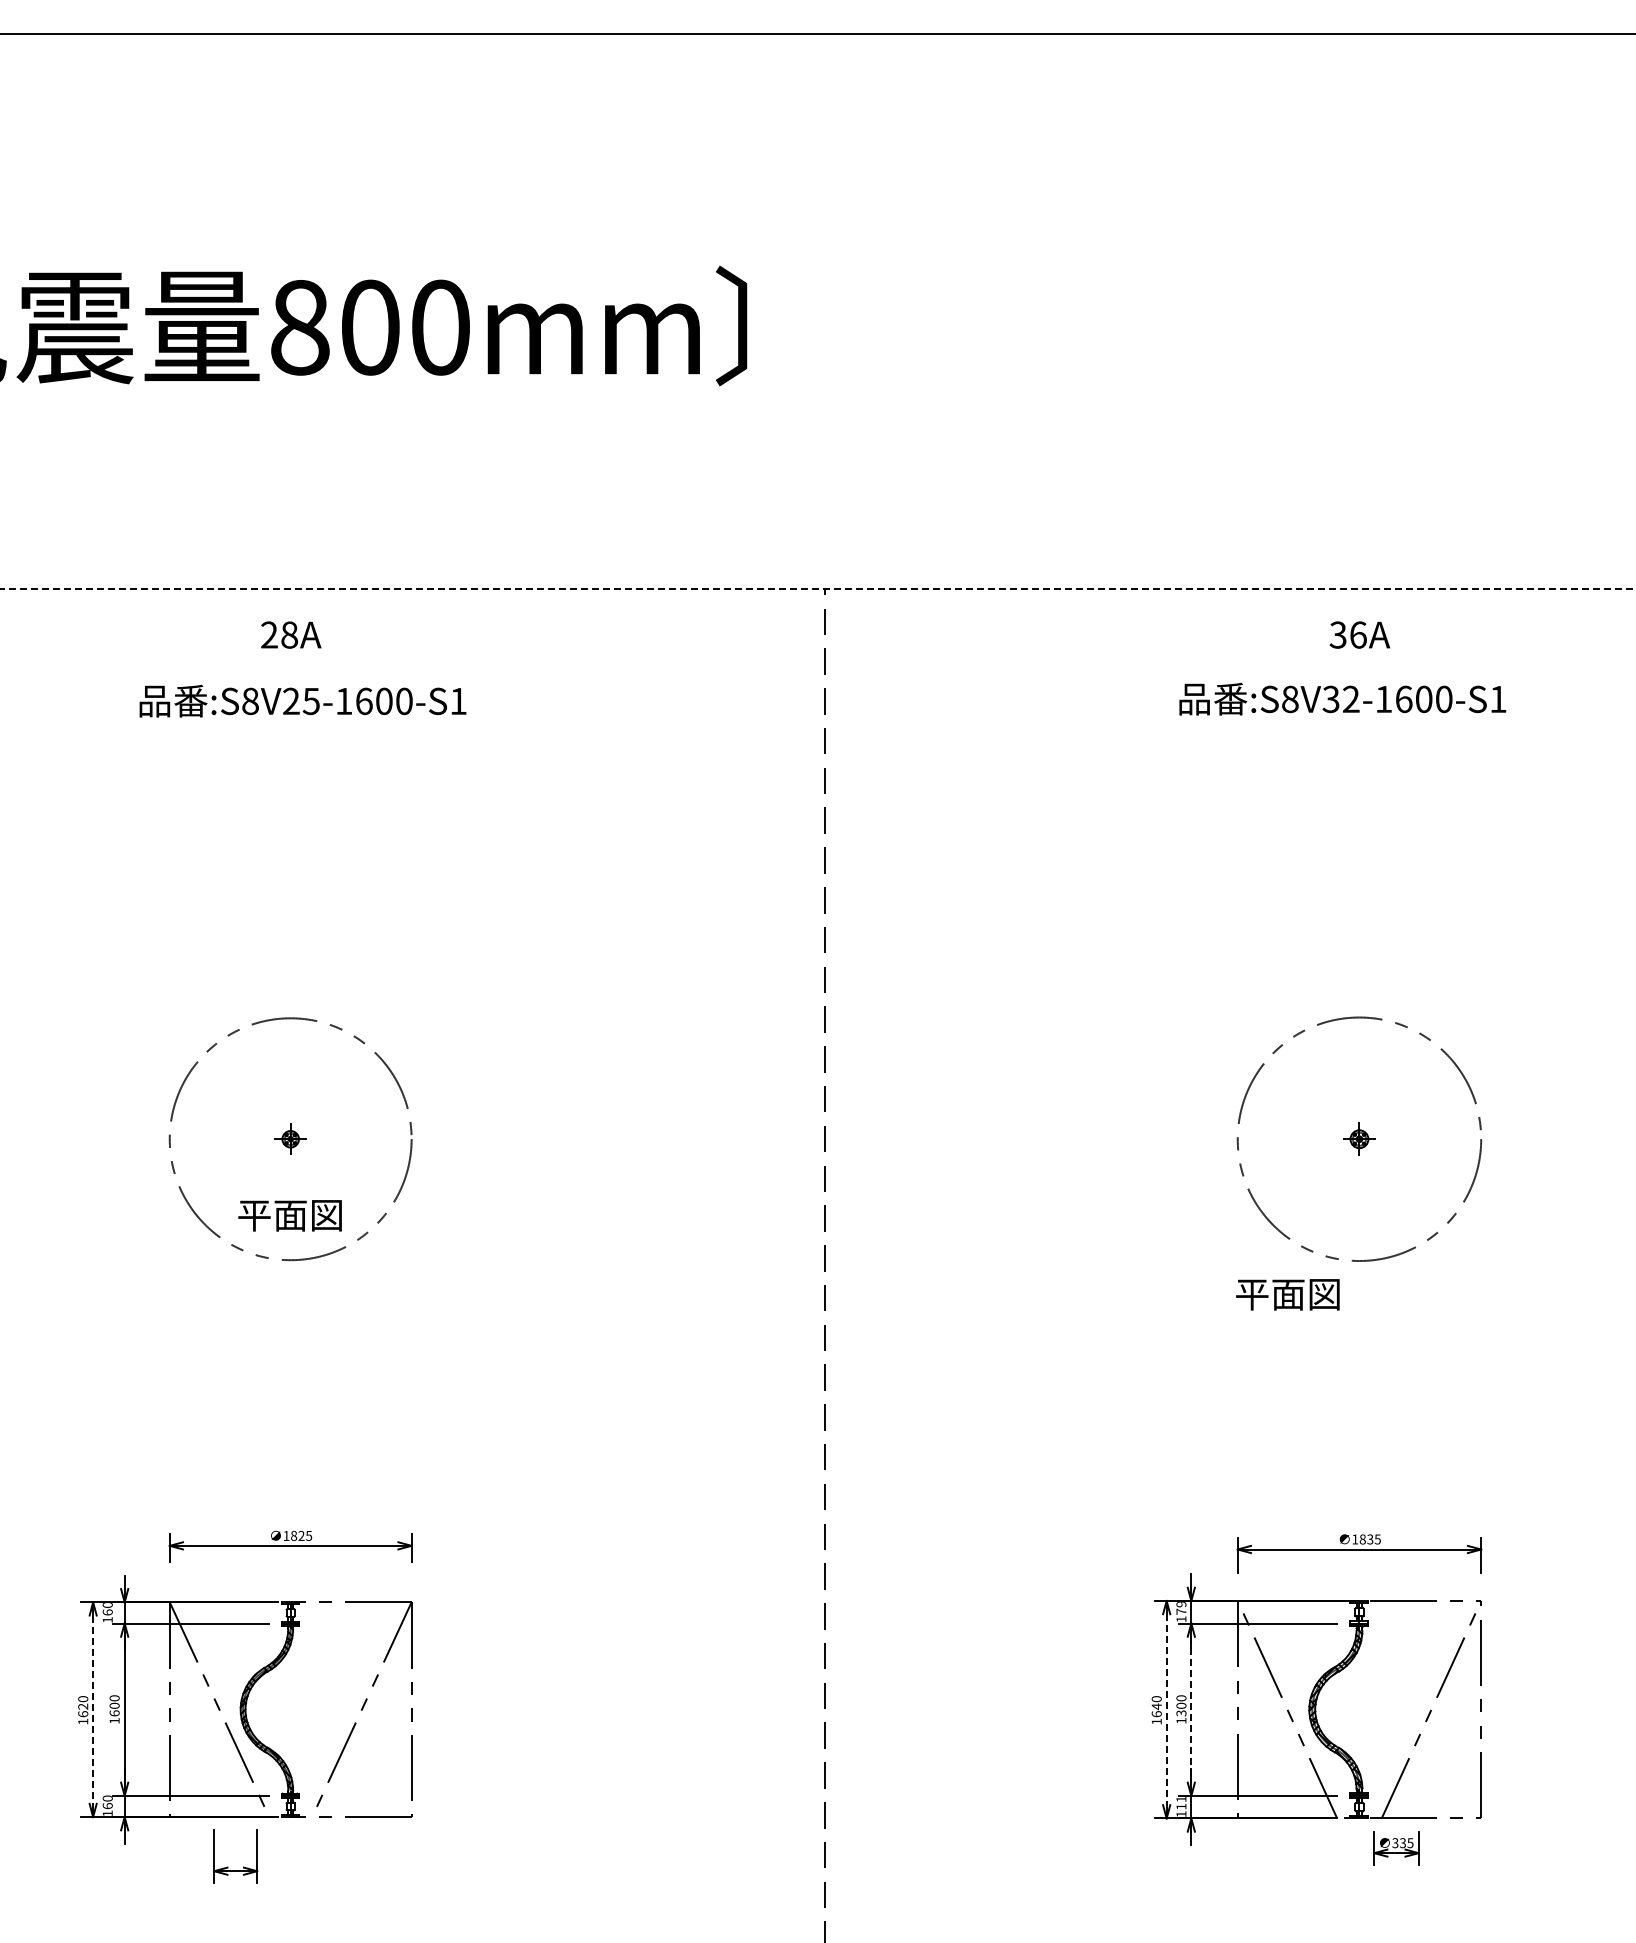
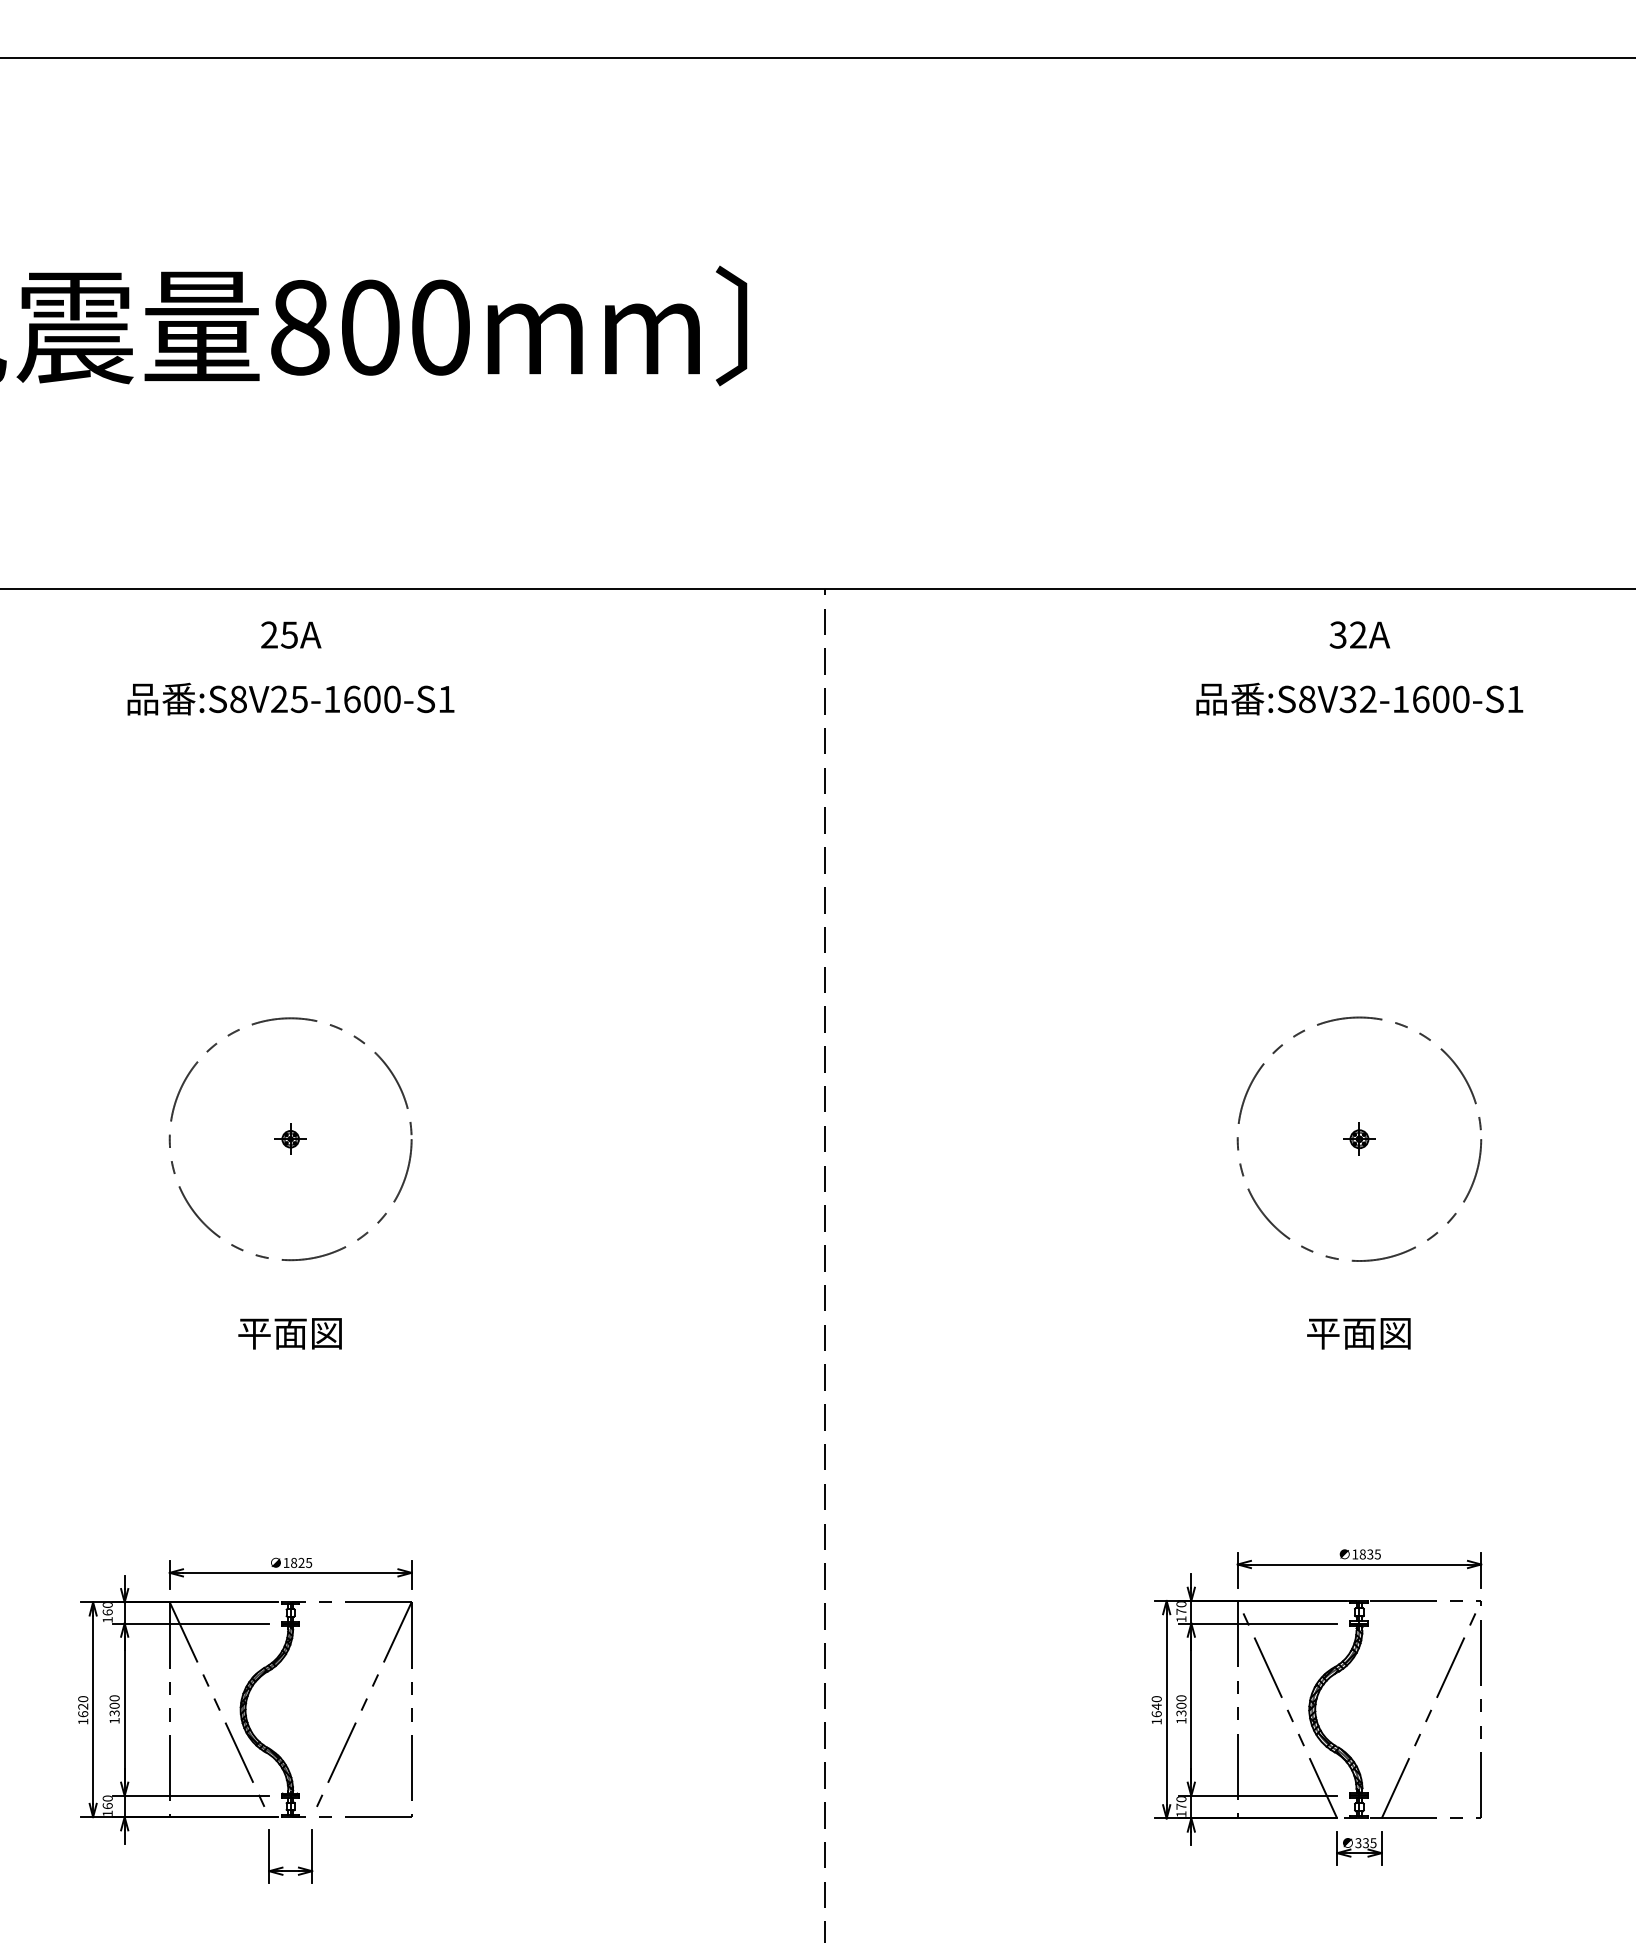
line at (817, 34) position: (817, 34) -> (817, 58)
line at (817, 588): dashed -> solid
text at (289, 634): 28A -> 25A
text at (1358, 634): 36A -> 32A
text at (1342, 698) position: (1342, 698) -> (1359, 698)
text at (302, 700) position: (302, 700) -> (290, 698)
text at (289, 1215) position: (289, 1215) -> (289, 1333)
text at (1287, 1294) position: (1287, 1294) -> (1358, 1333)
part at (290, 1546) position: (290, 1546) -> (290, 1573)
part at (1359, 1553) position: (1359, 1553) -> (1359, 1568)
text at (1181, 1604): 179 -> 170
line at (1191, 1709): dashed -> solid
line at (93, 1710): dashed -> solid
line at (1166, 1710): dashed -> solid
text at (114, 1713): 1600 -> 1300
text at (1181, 1803): 111 -> 170
part at (1396, 1848) position: (1396, 1848) -> (1359, 1848)
part at (228, 1866) position: (228, 1866) -> (283, 1866)
